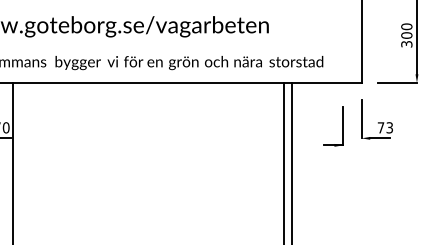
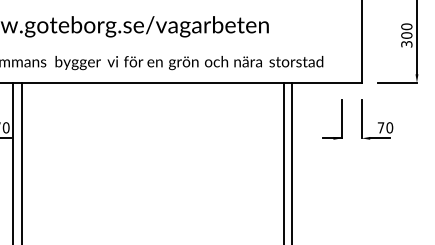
part at (342, 126) position: (342, 126) -> (341, 119)
text at (389, 127): 73 -> 70
line at (21, 161): none -> present
